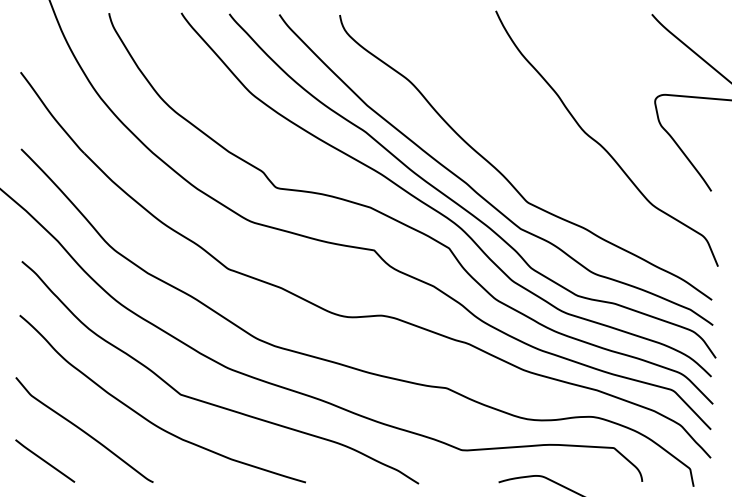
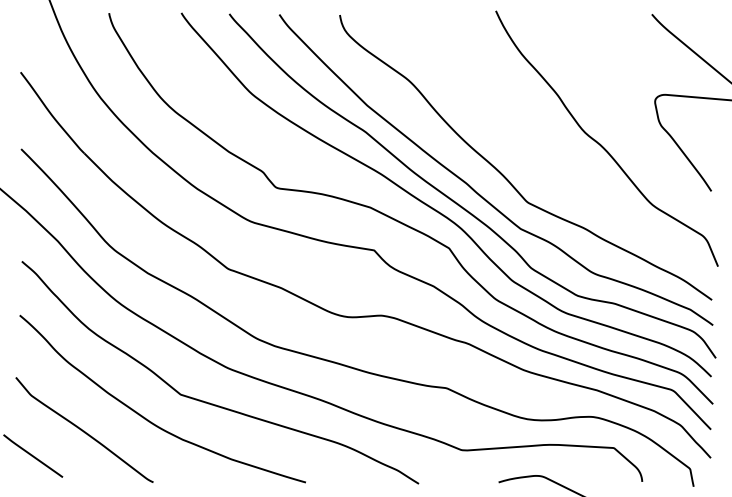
line at (45, 460) position: (45, 460) -> (33, 455)
